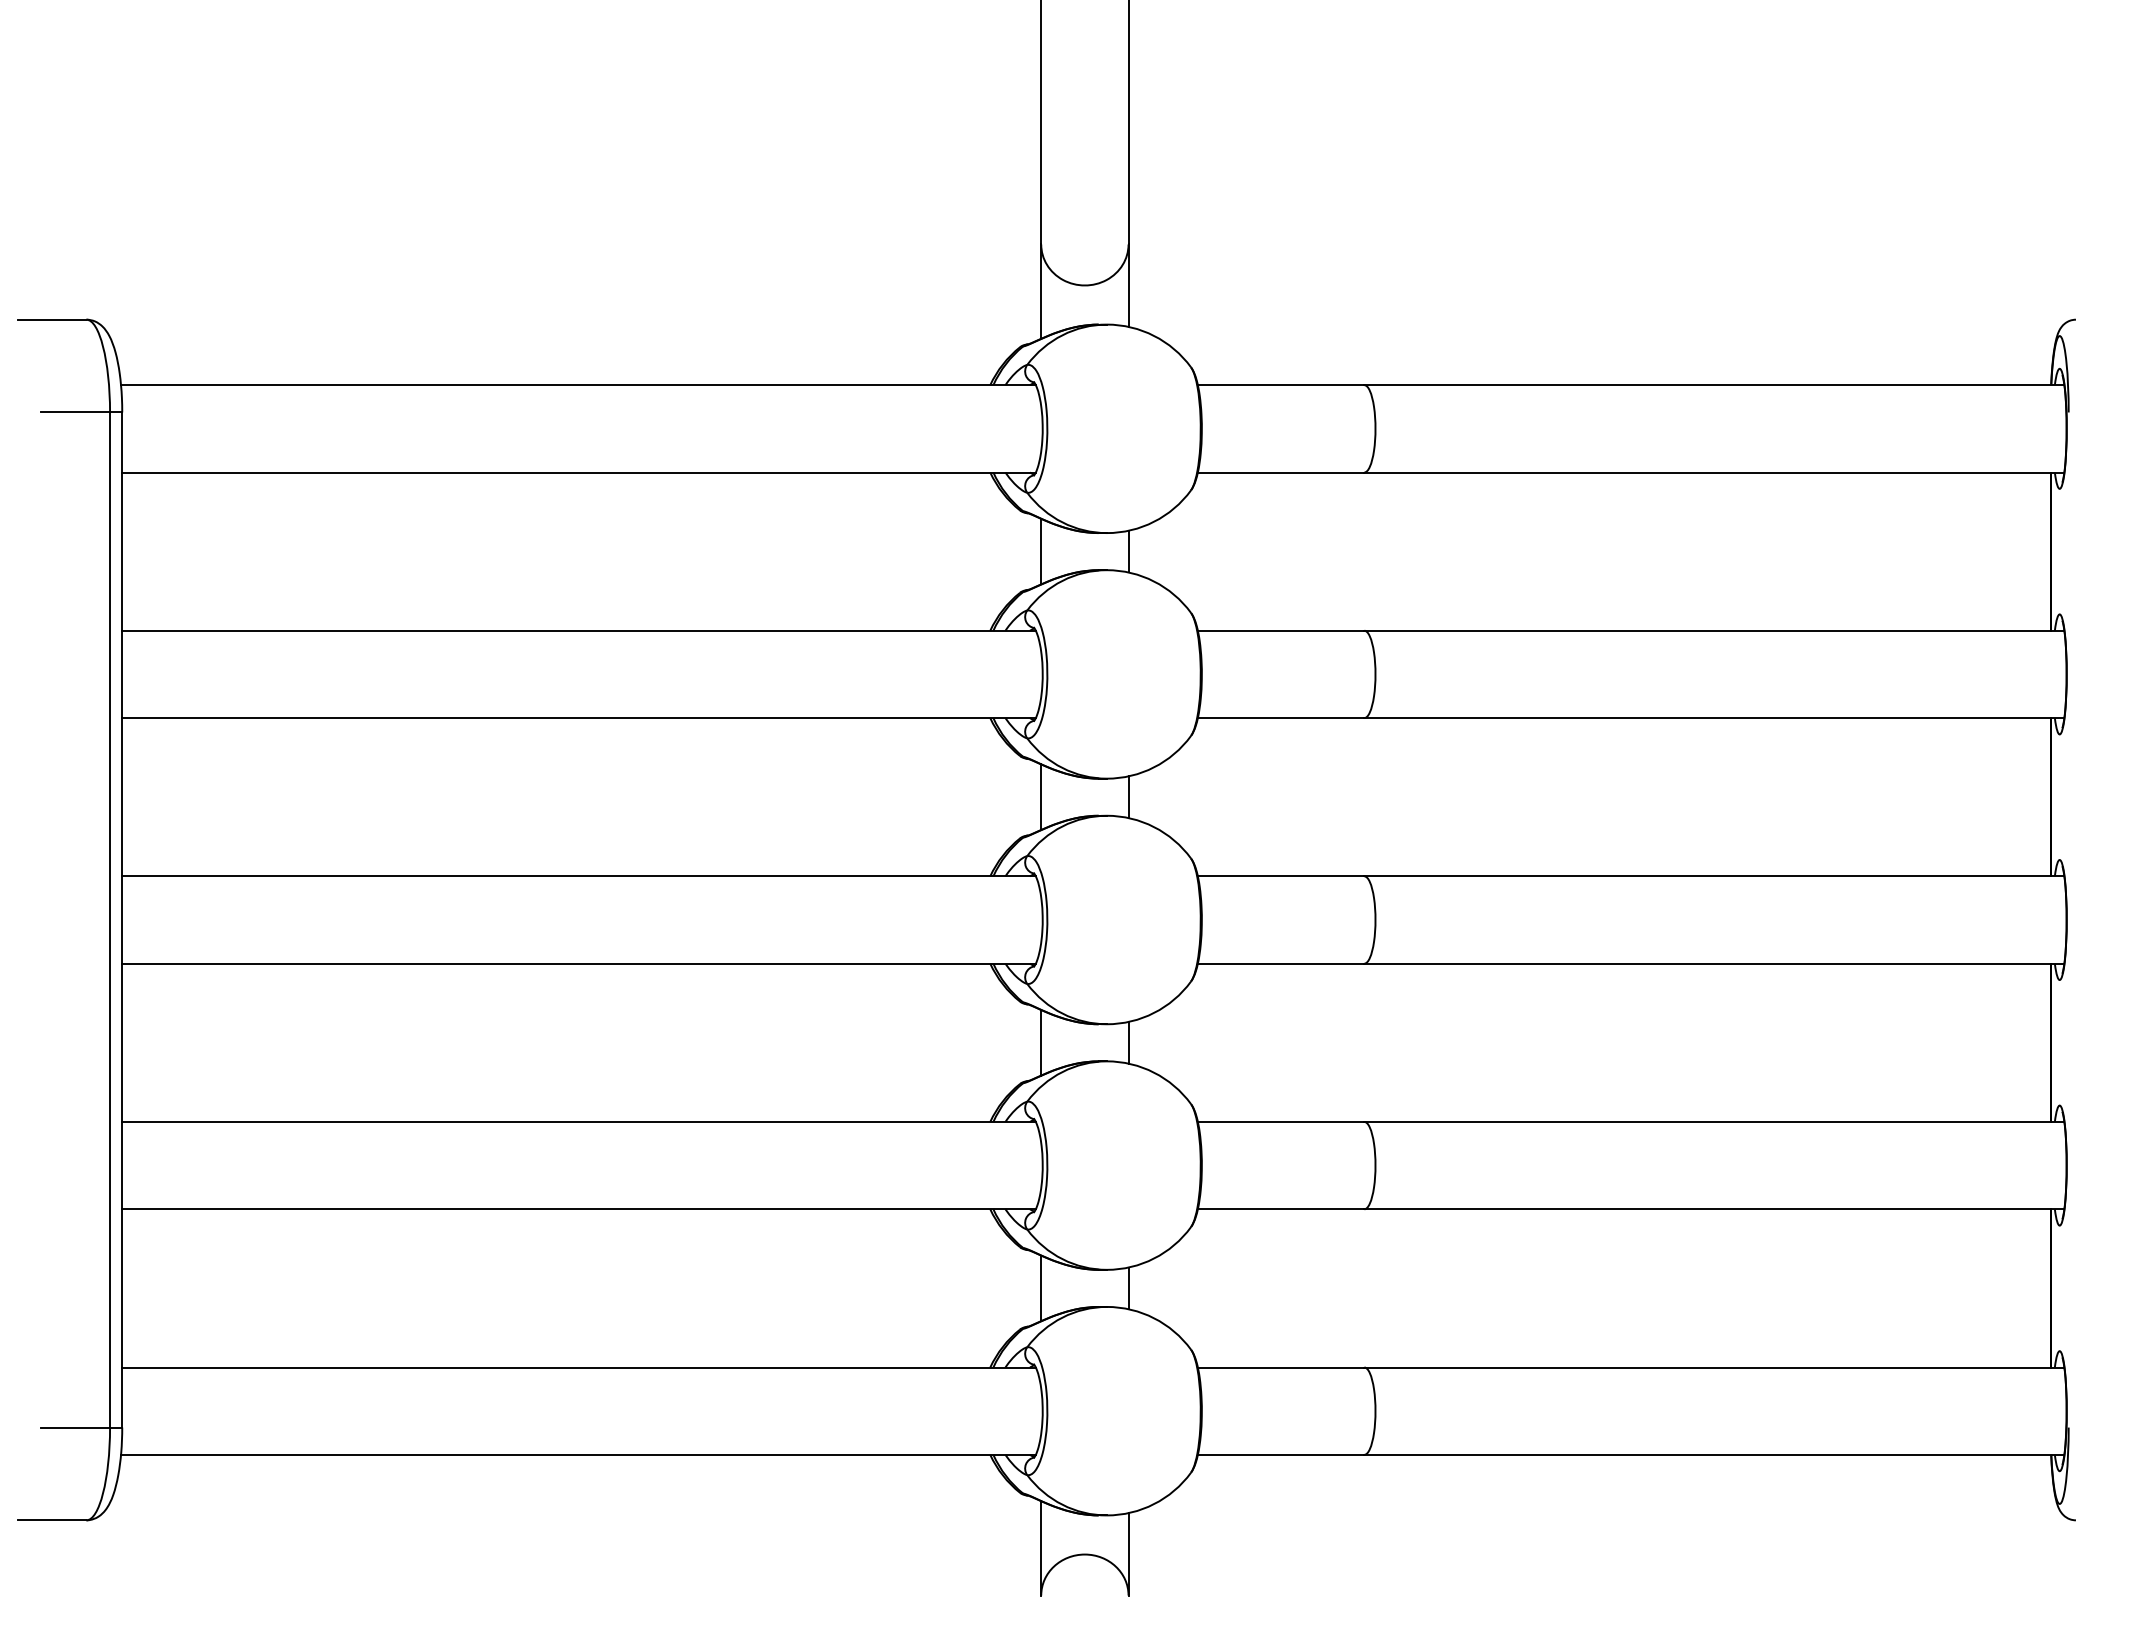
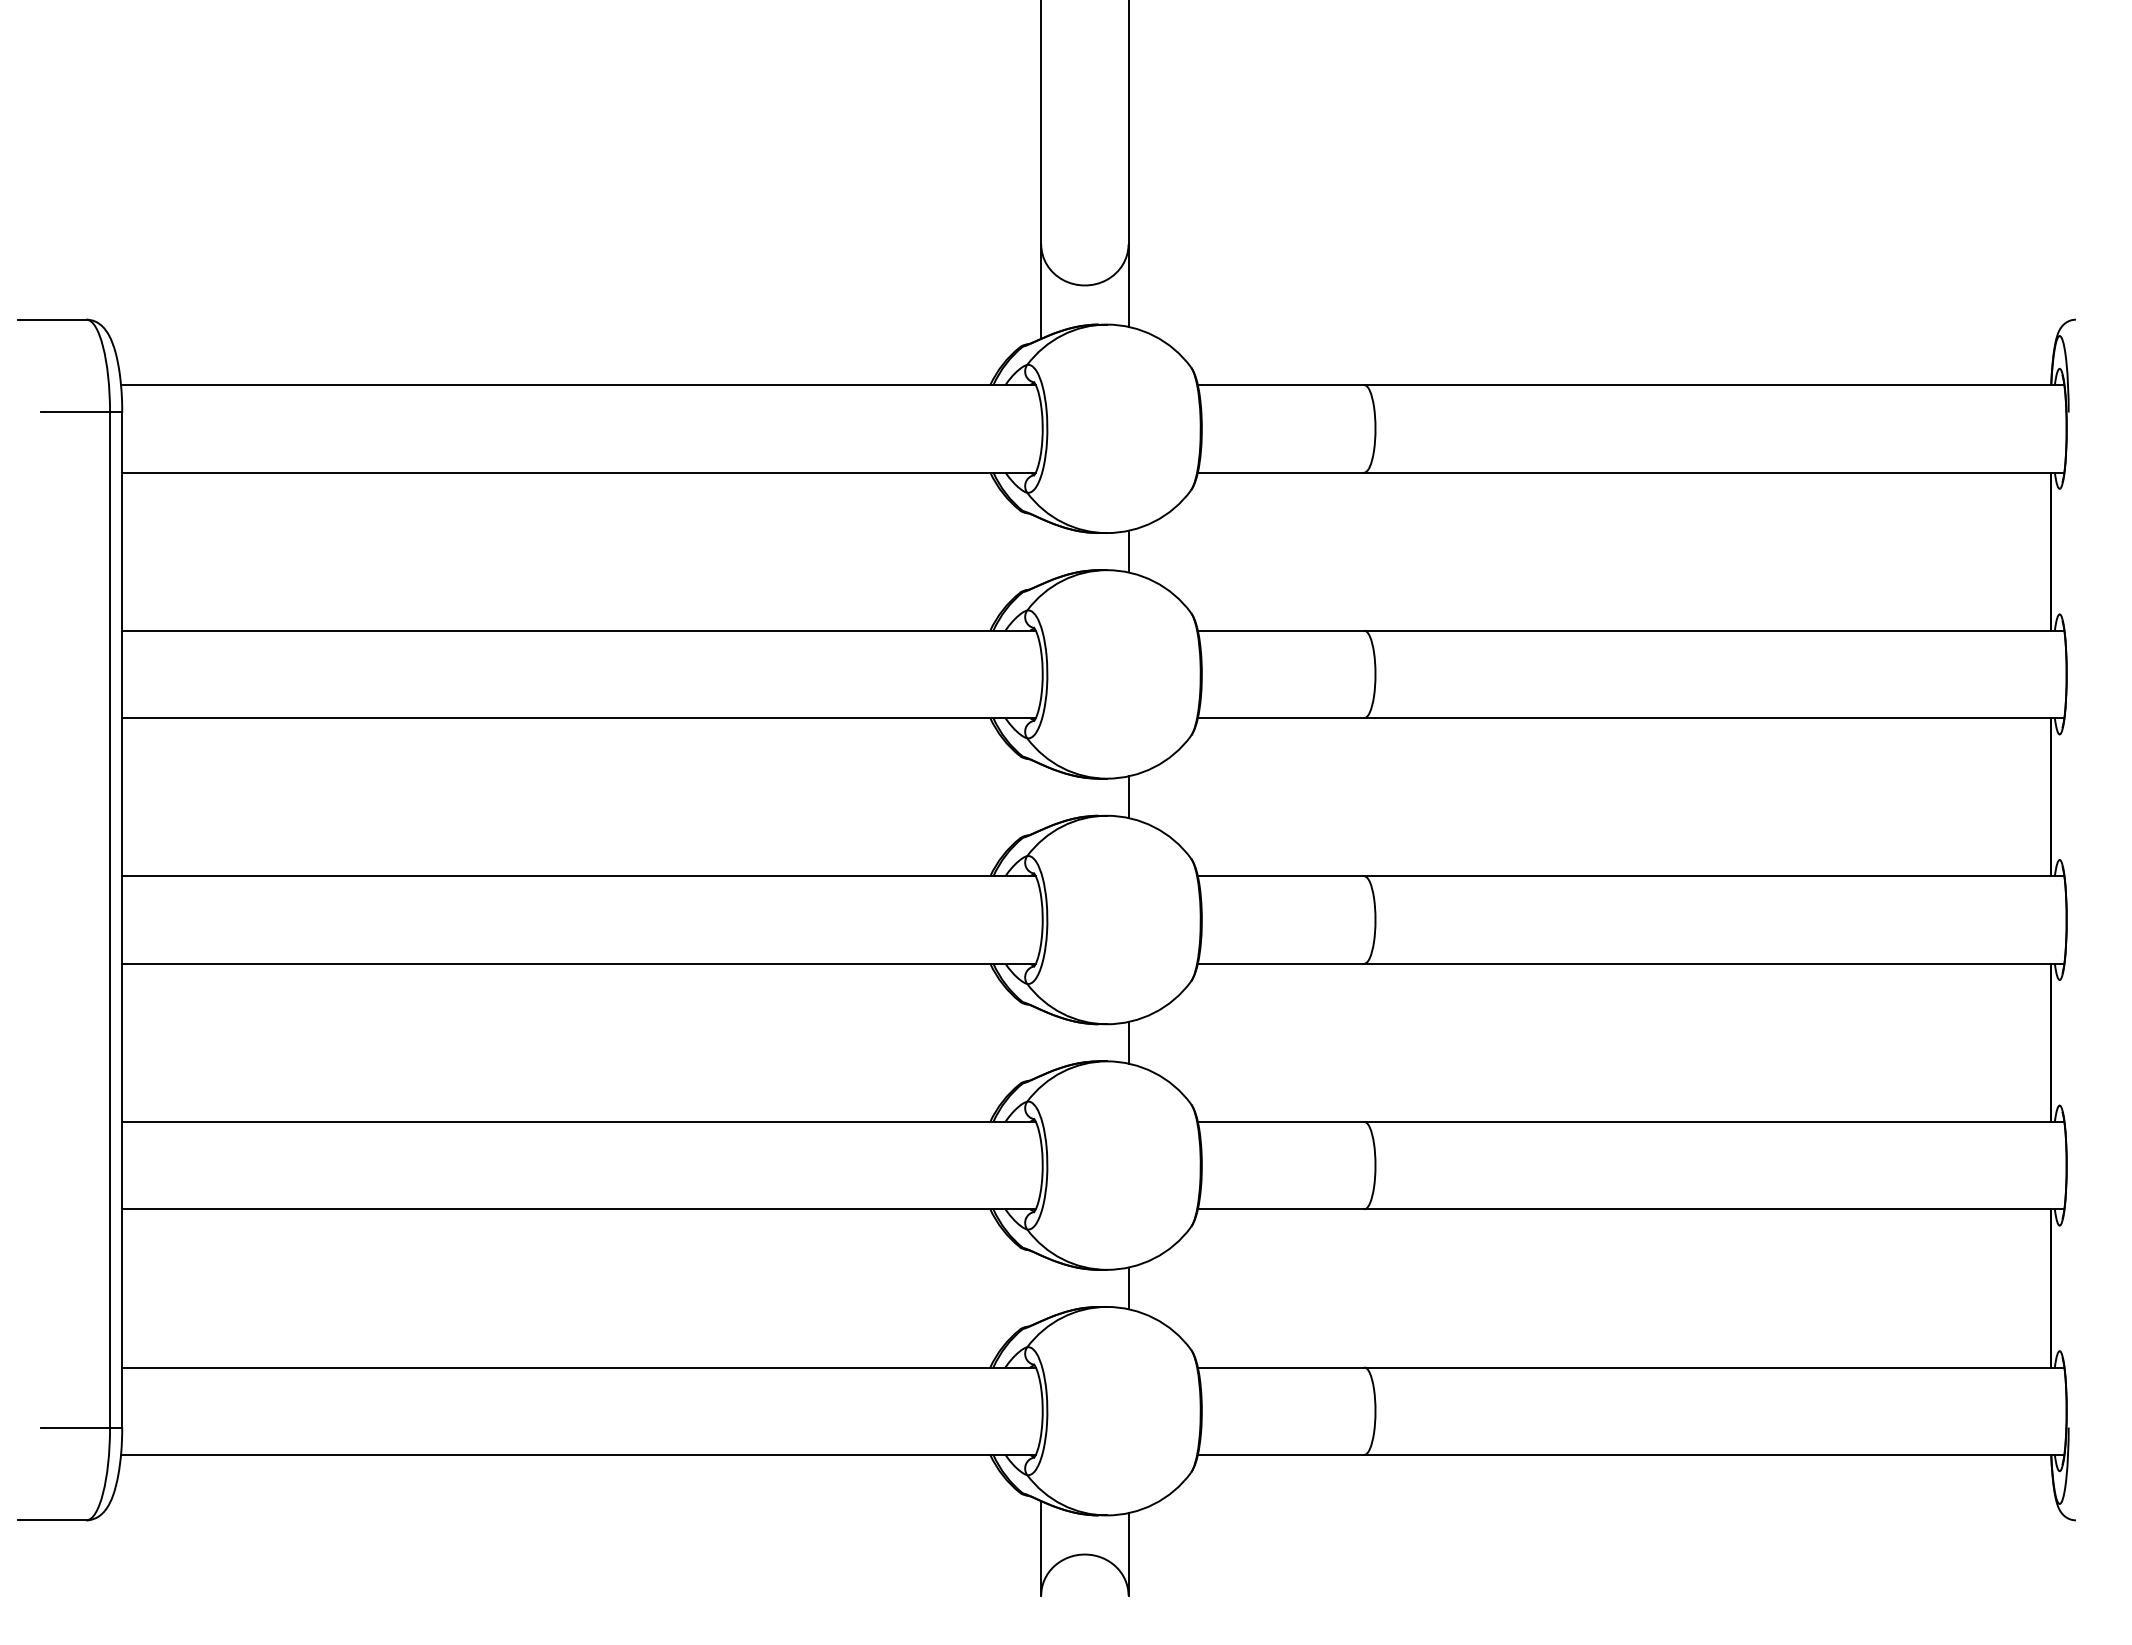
line at (1041, 551): present -> none
line at (1041, 797): present -> none
line at (1041, 1042): present -> none
line at (1041, 1288): present -> none
